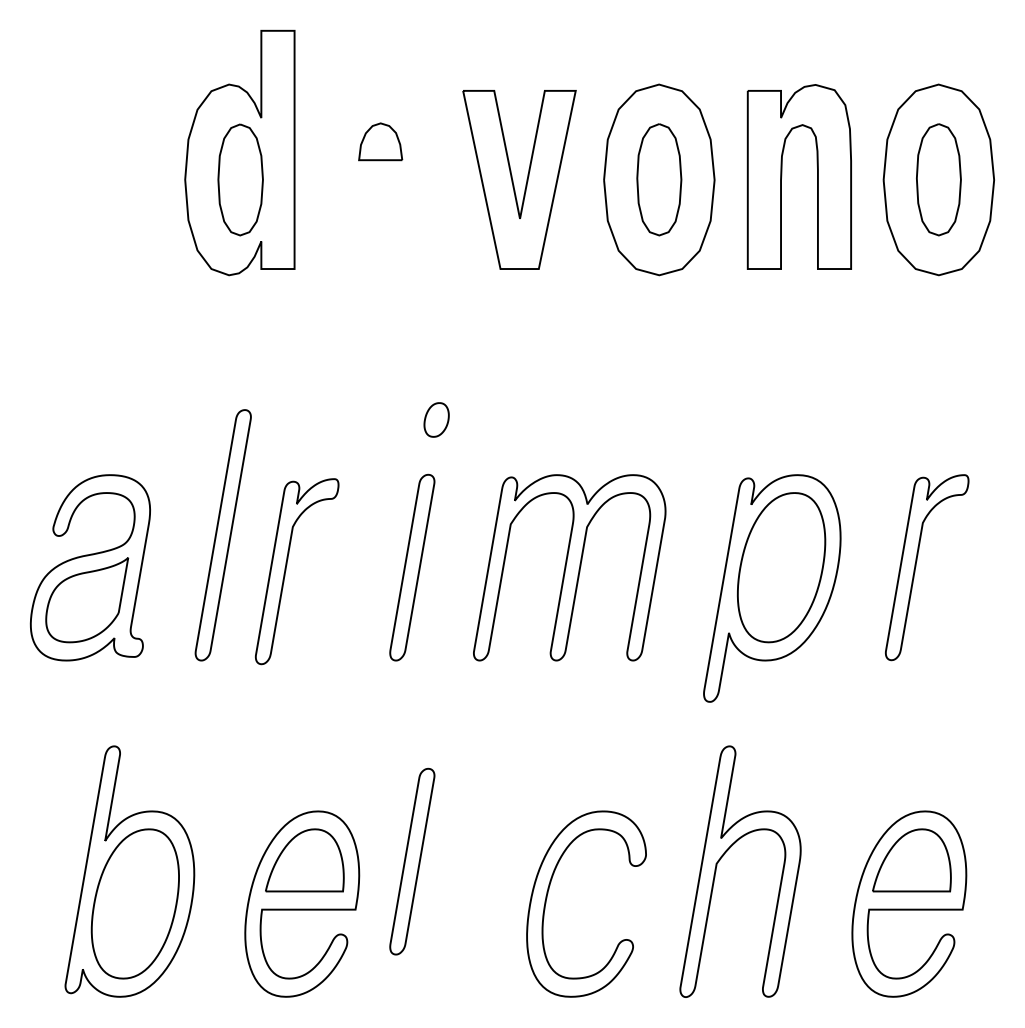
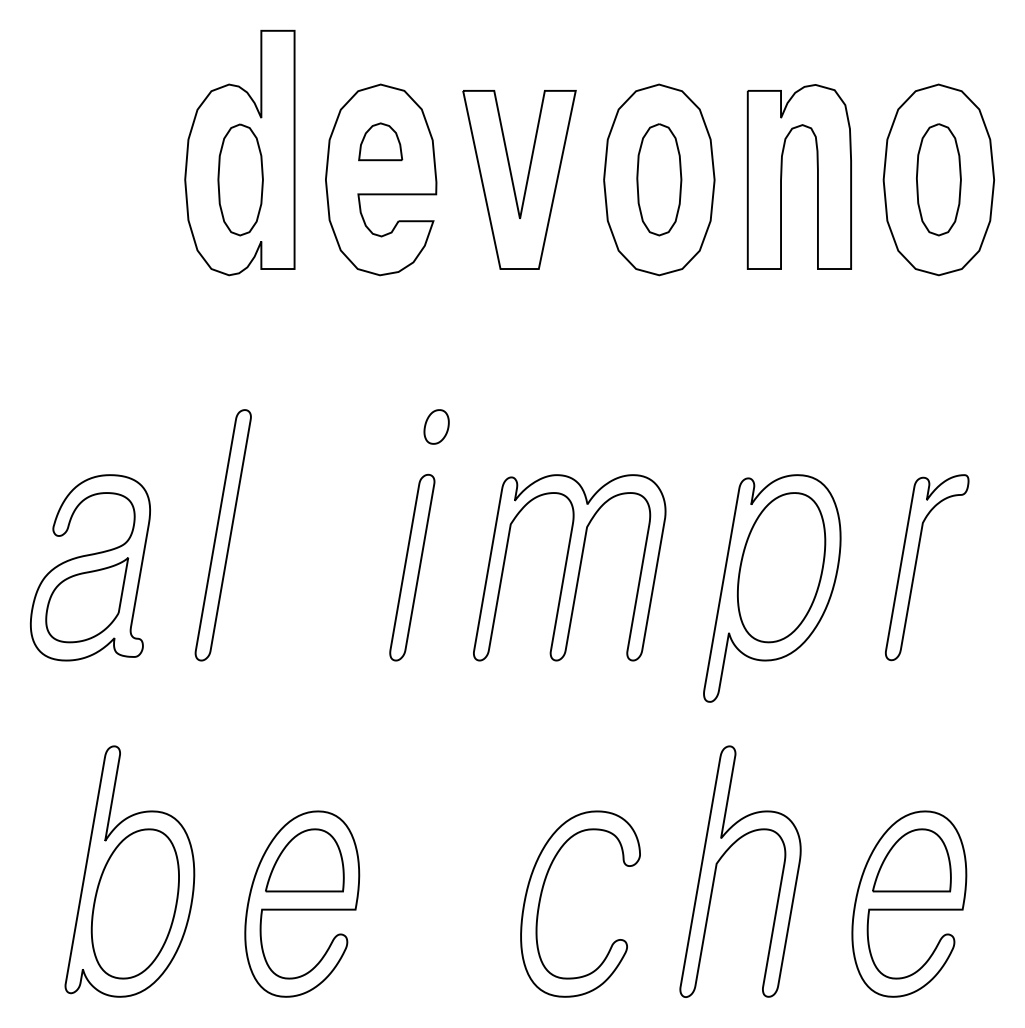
part at (381, 179): none -> present
part at (436, 419) position: (436, 419) -> (436, 426)
part at (286, 571): present -> none
part at (412, 861): present -> none
part at (548, 893) position: (548, 893) -> (542, 893)
